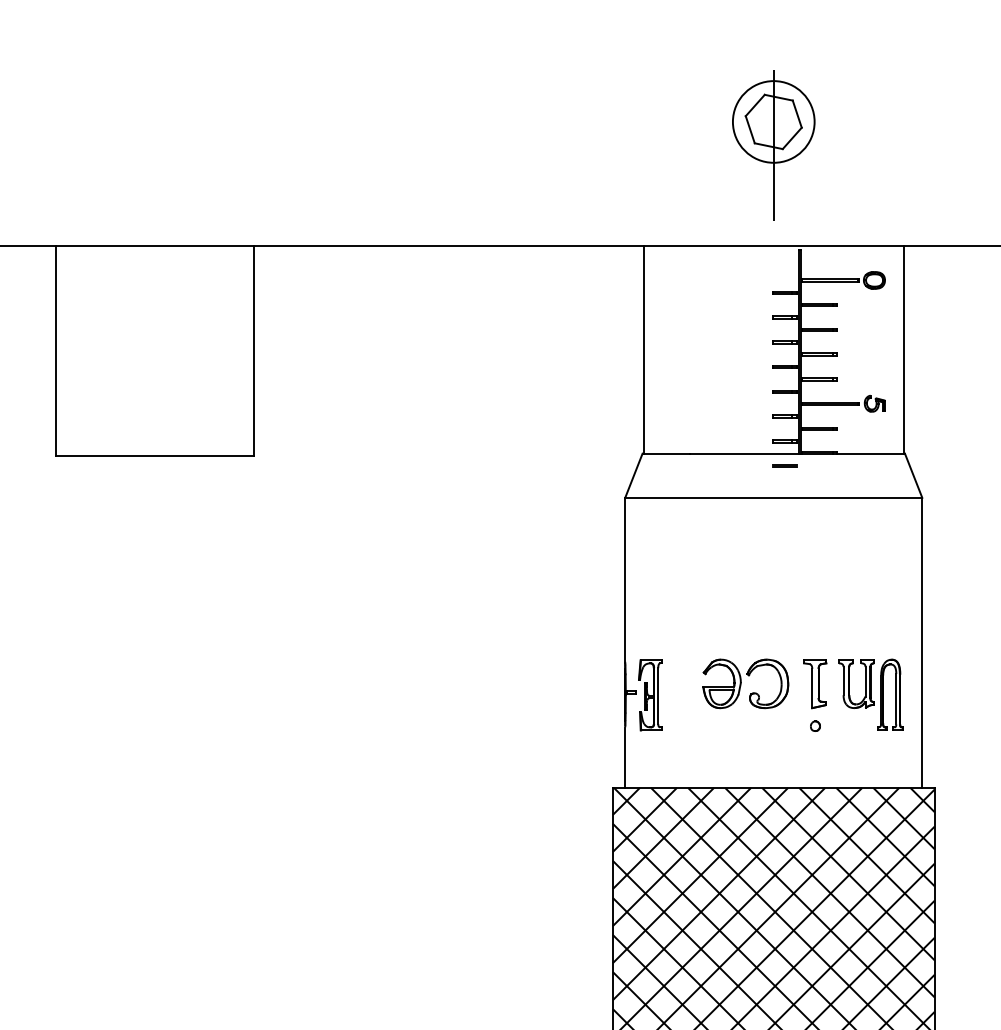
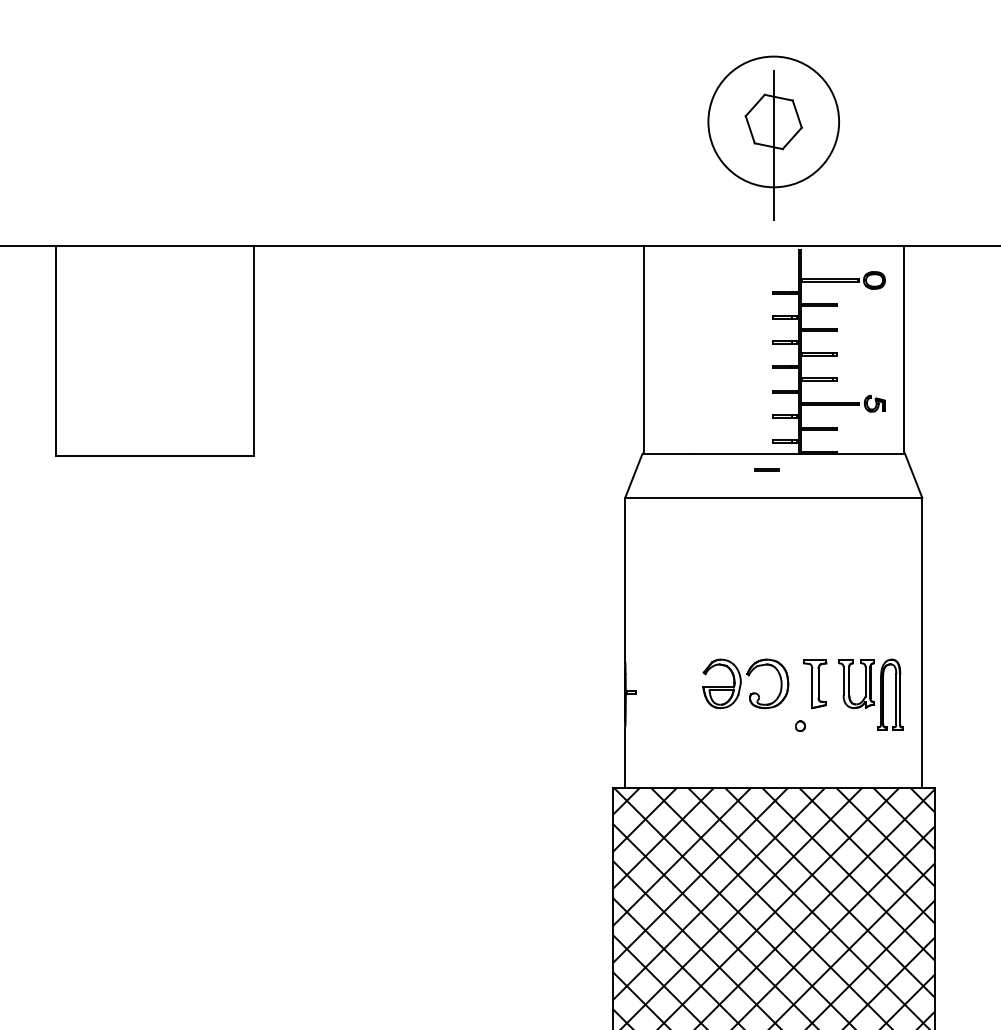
circle at (773, 121) diameter: 82 px -> 131 px
line at (784, 465) position: (784, 465) -> (766, 469)
part at (650, 695): present -> none
part at (815, 725) position: (815, 725) -> (800, 725)
